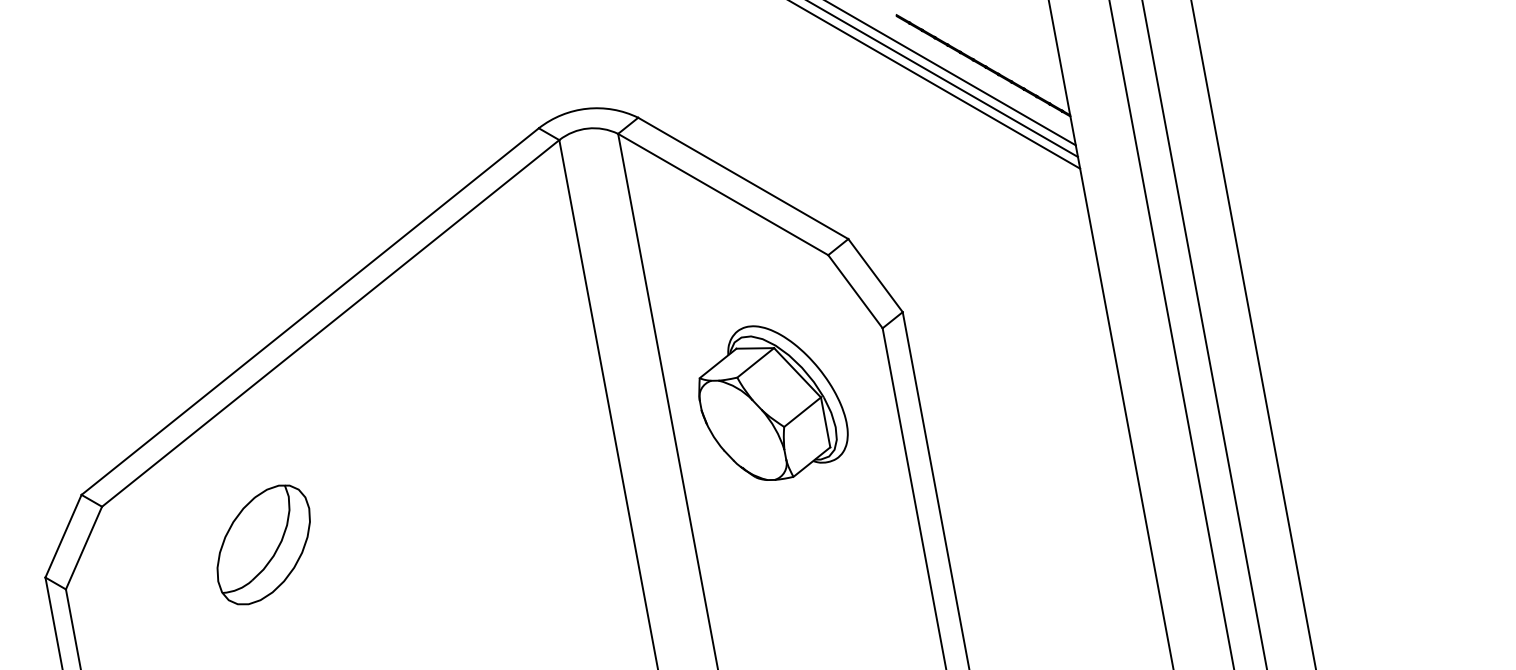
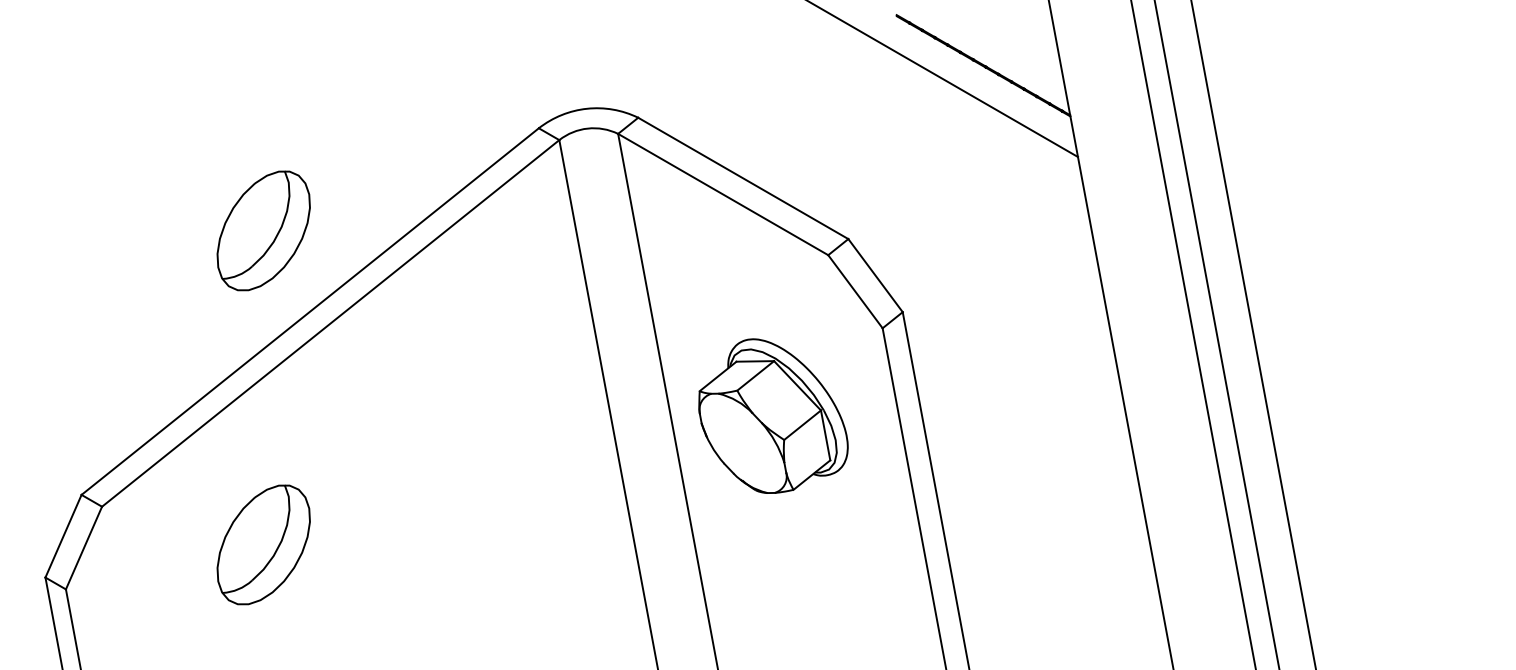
line at (951, 73): present -> none
line at (935, 85): present -> none
part at (263, 230): none -> present
line at (1171, 334) position: (1171, 334) -> (1193, 334)
line at (1204, 334) position: (1204, 334) -> (1216, 334)
part at (773, 402) position: (773, 402) -> (773, 415)
